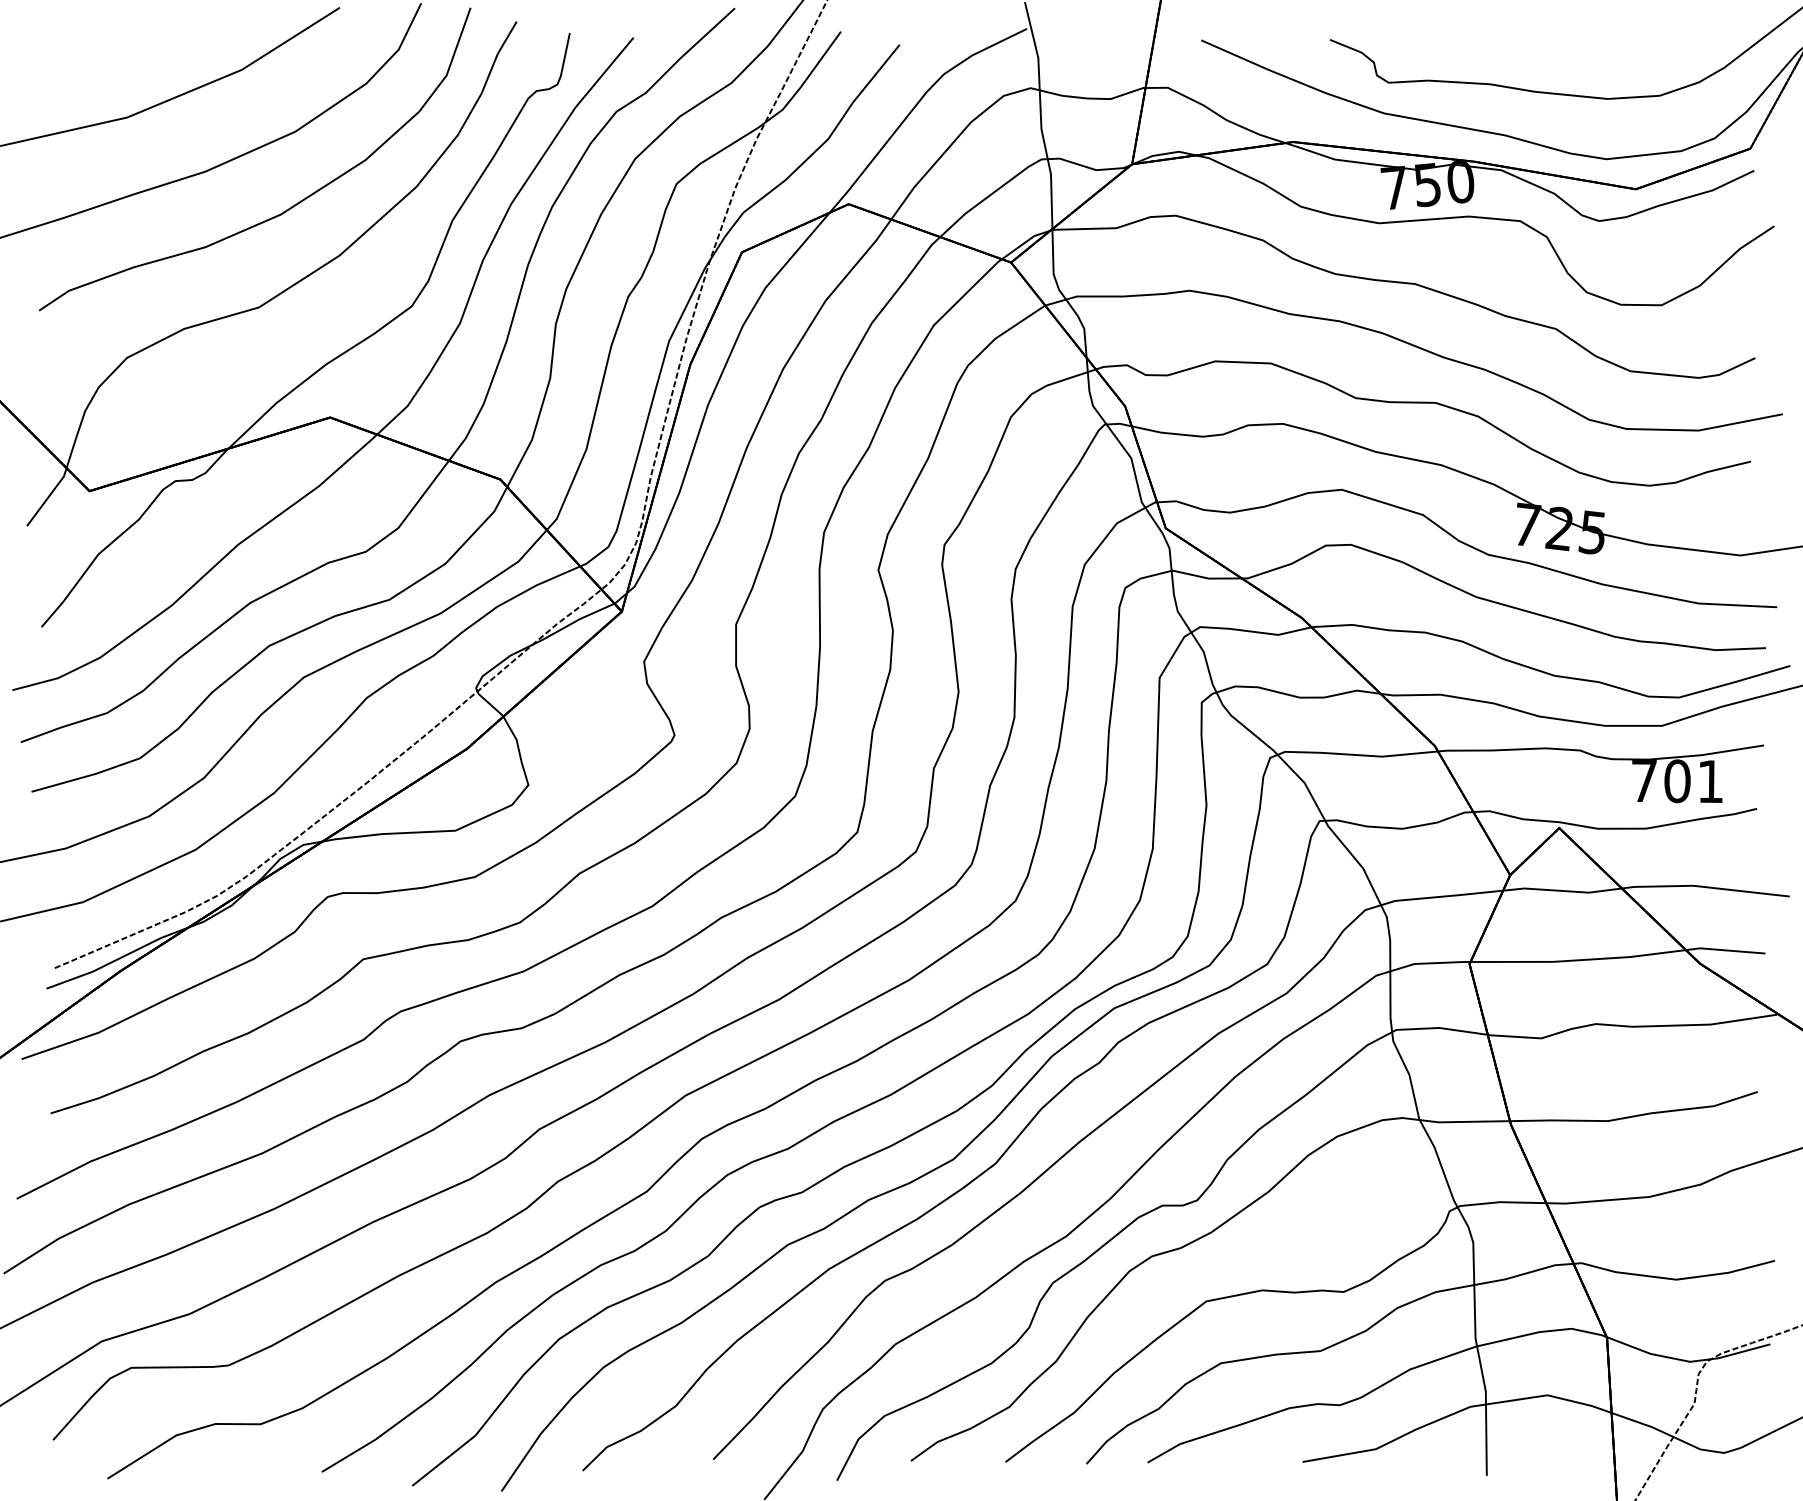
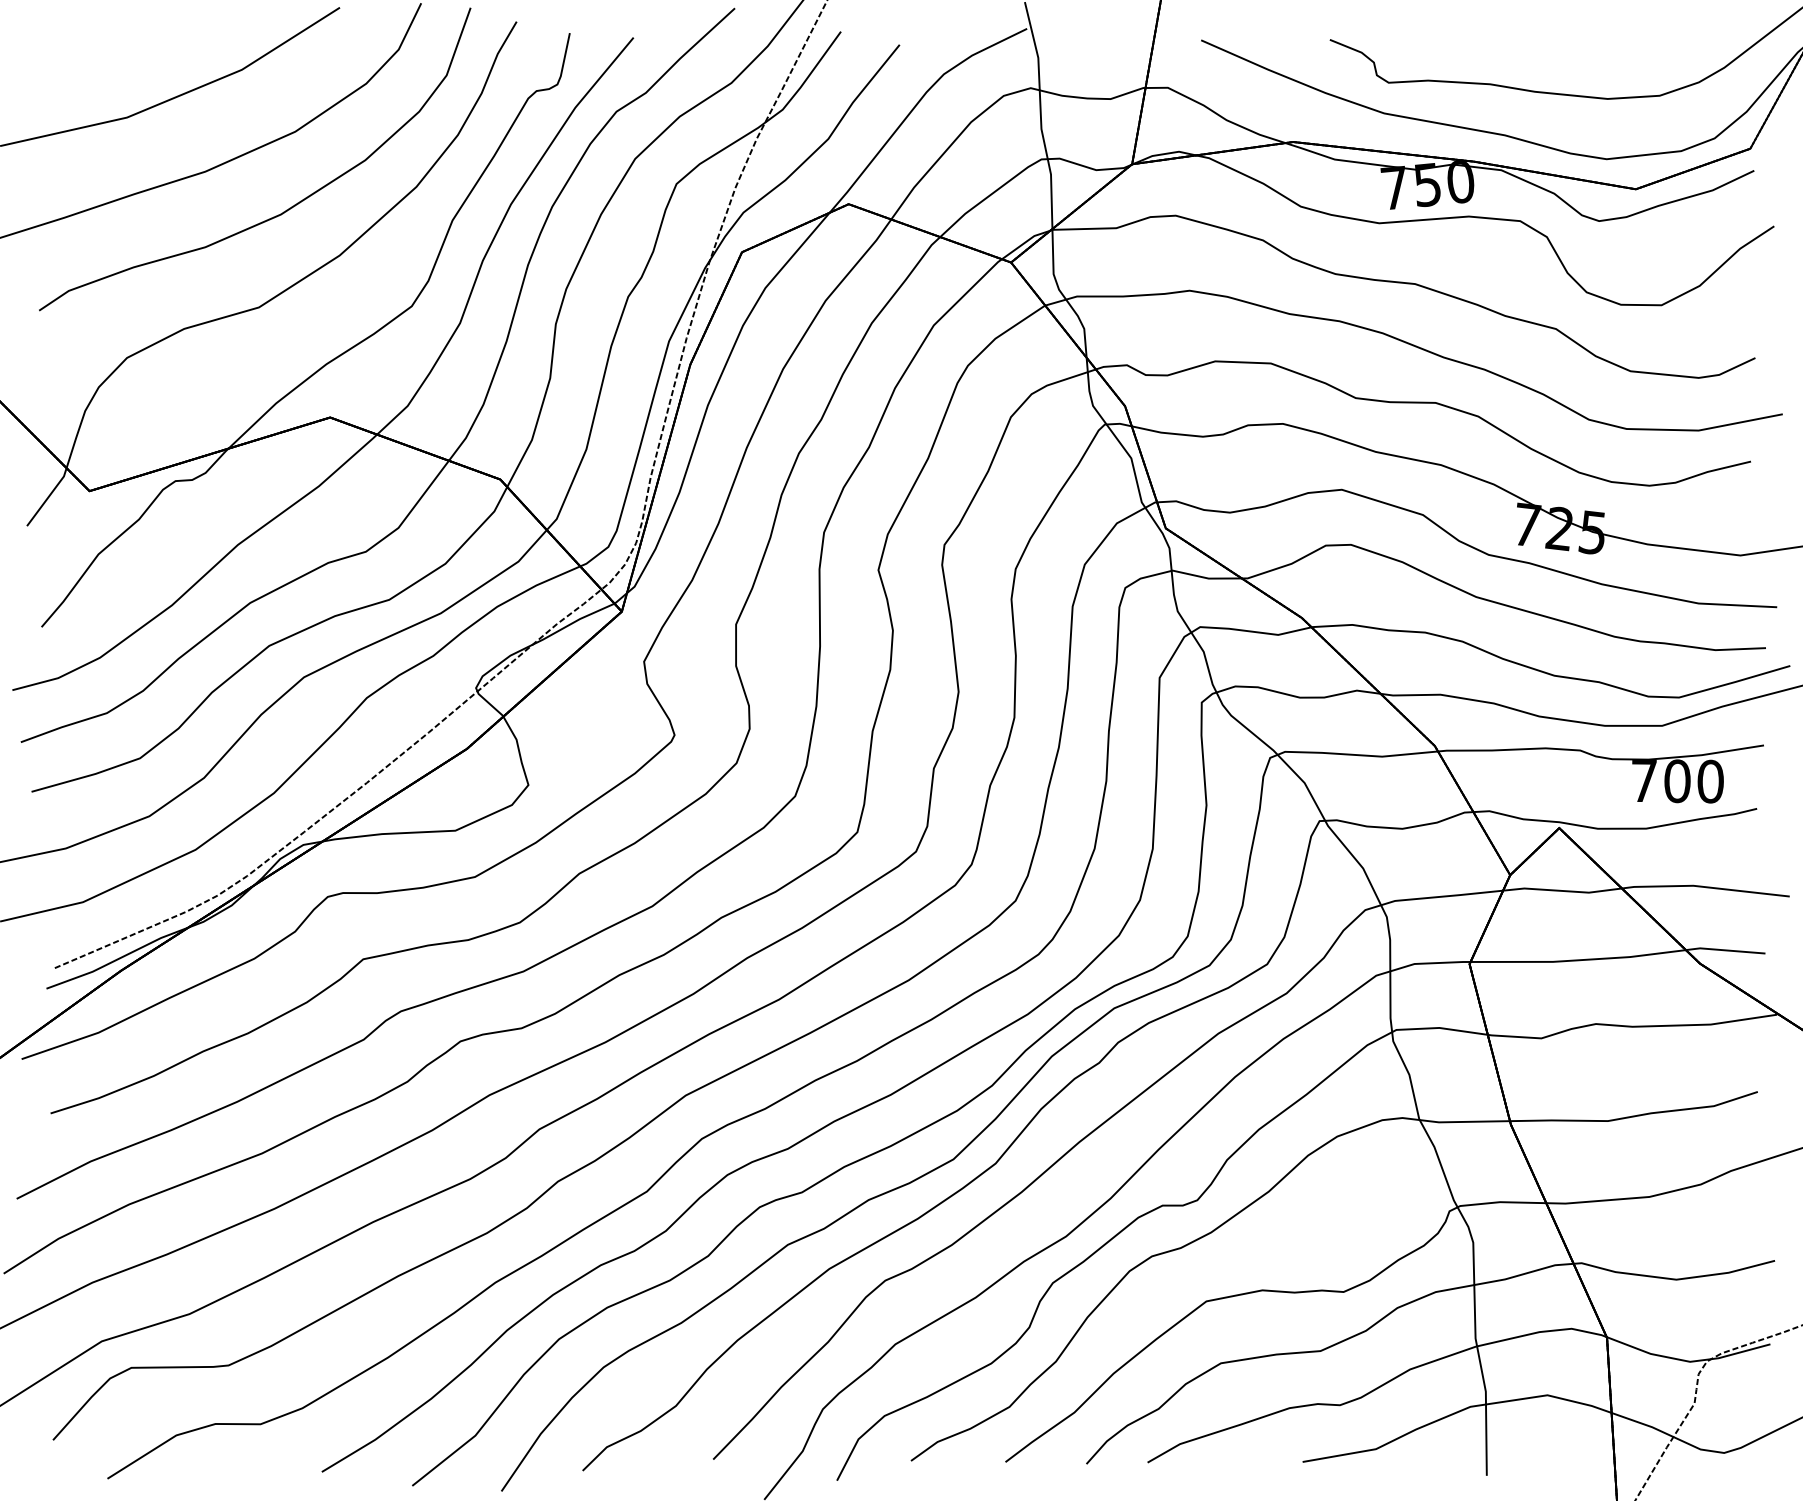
text at (1710, 781): 701 -> 700
